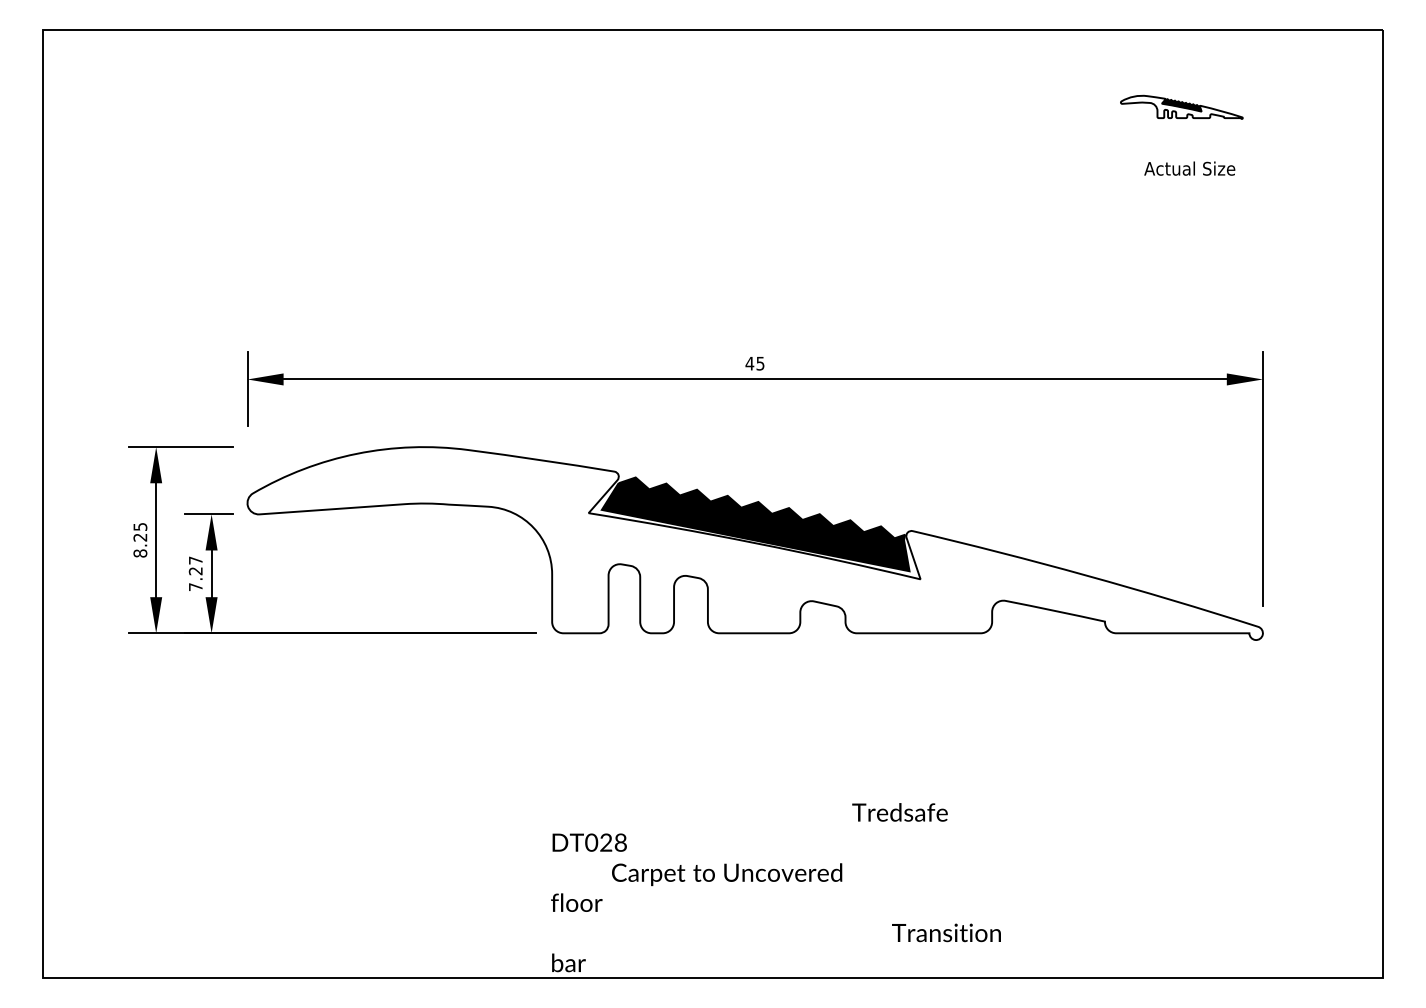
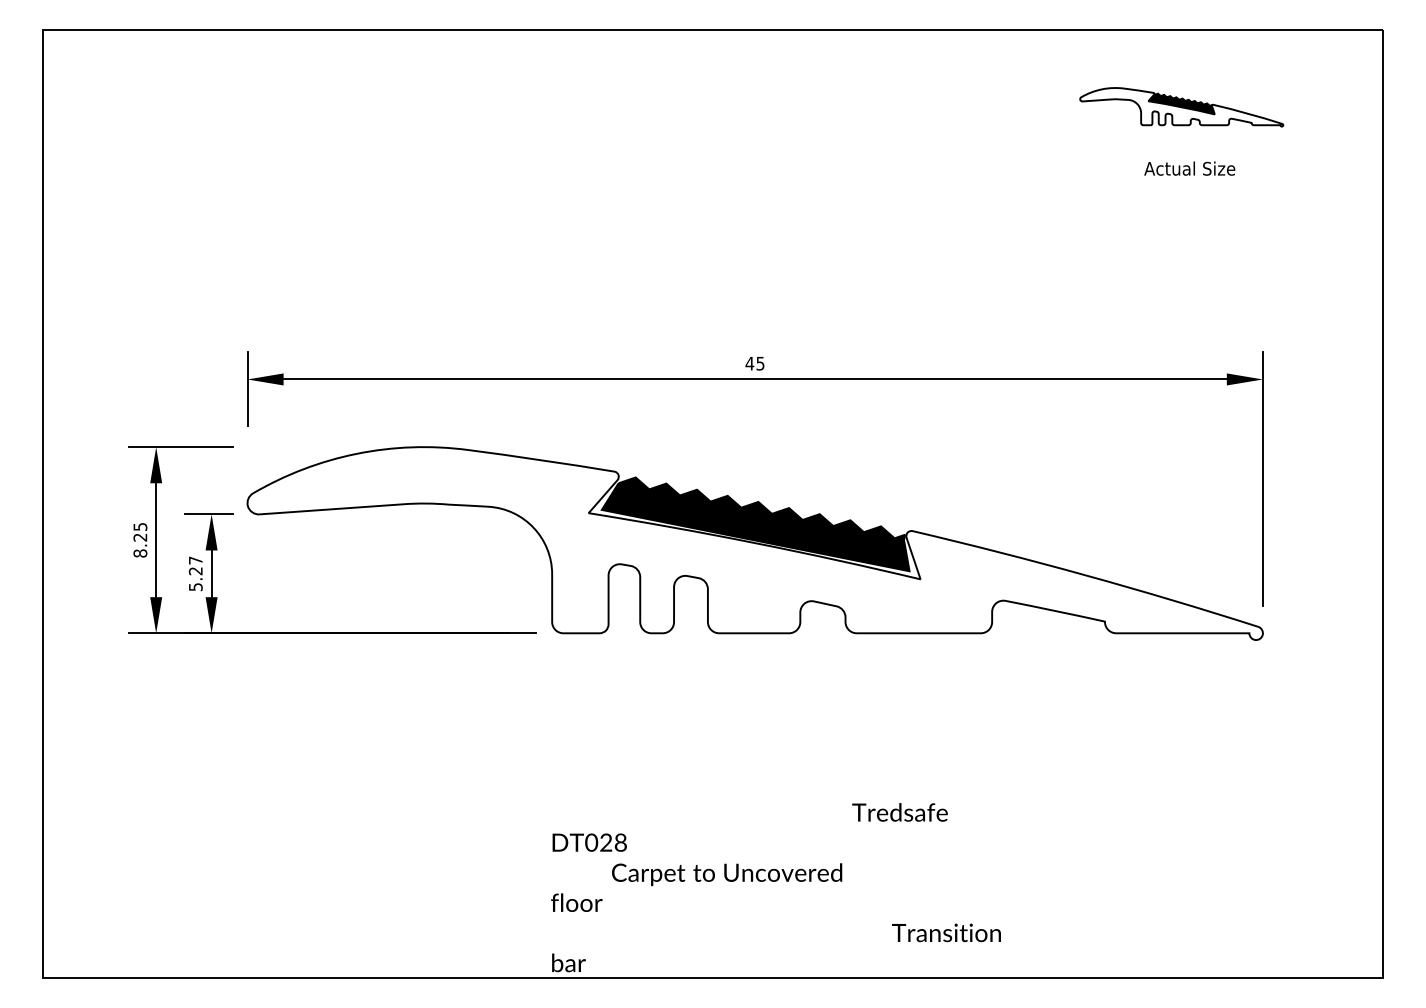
part at (1181, 106) size: 124x26 px -> 206x41 px
text at (195, 587): 7.27 -> 5.27
